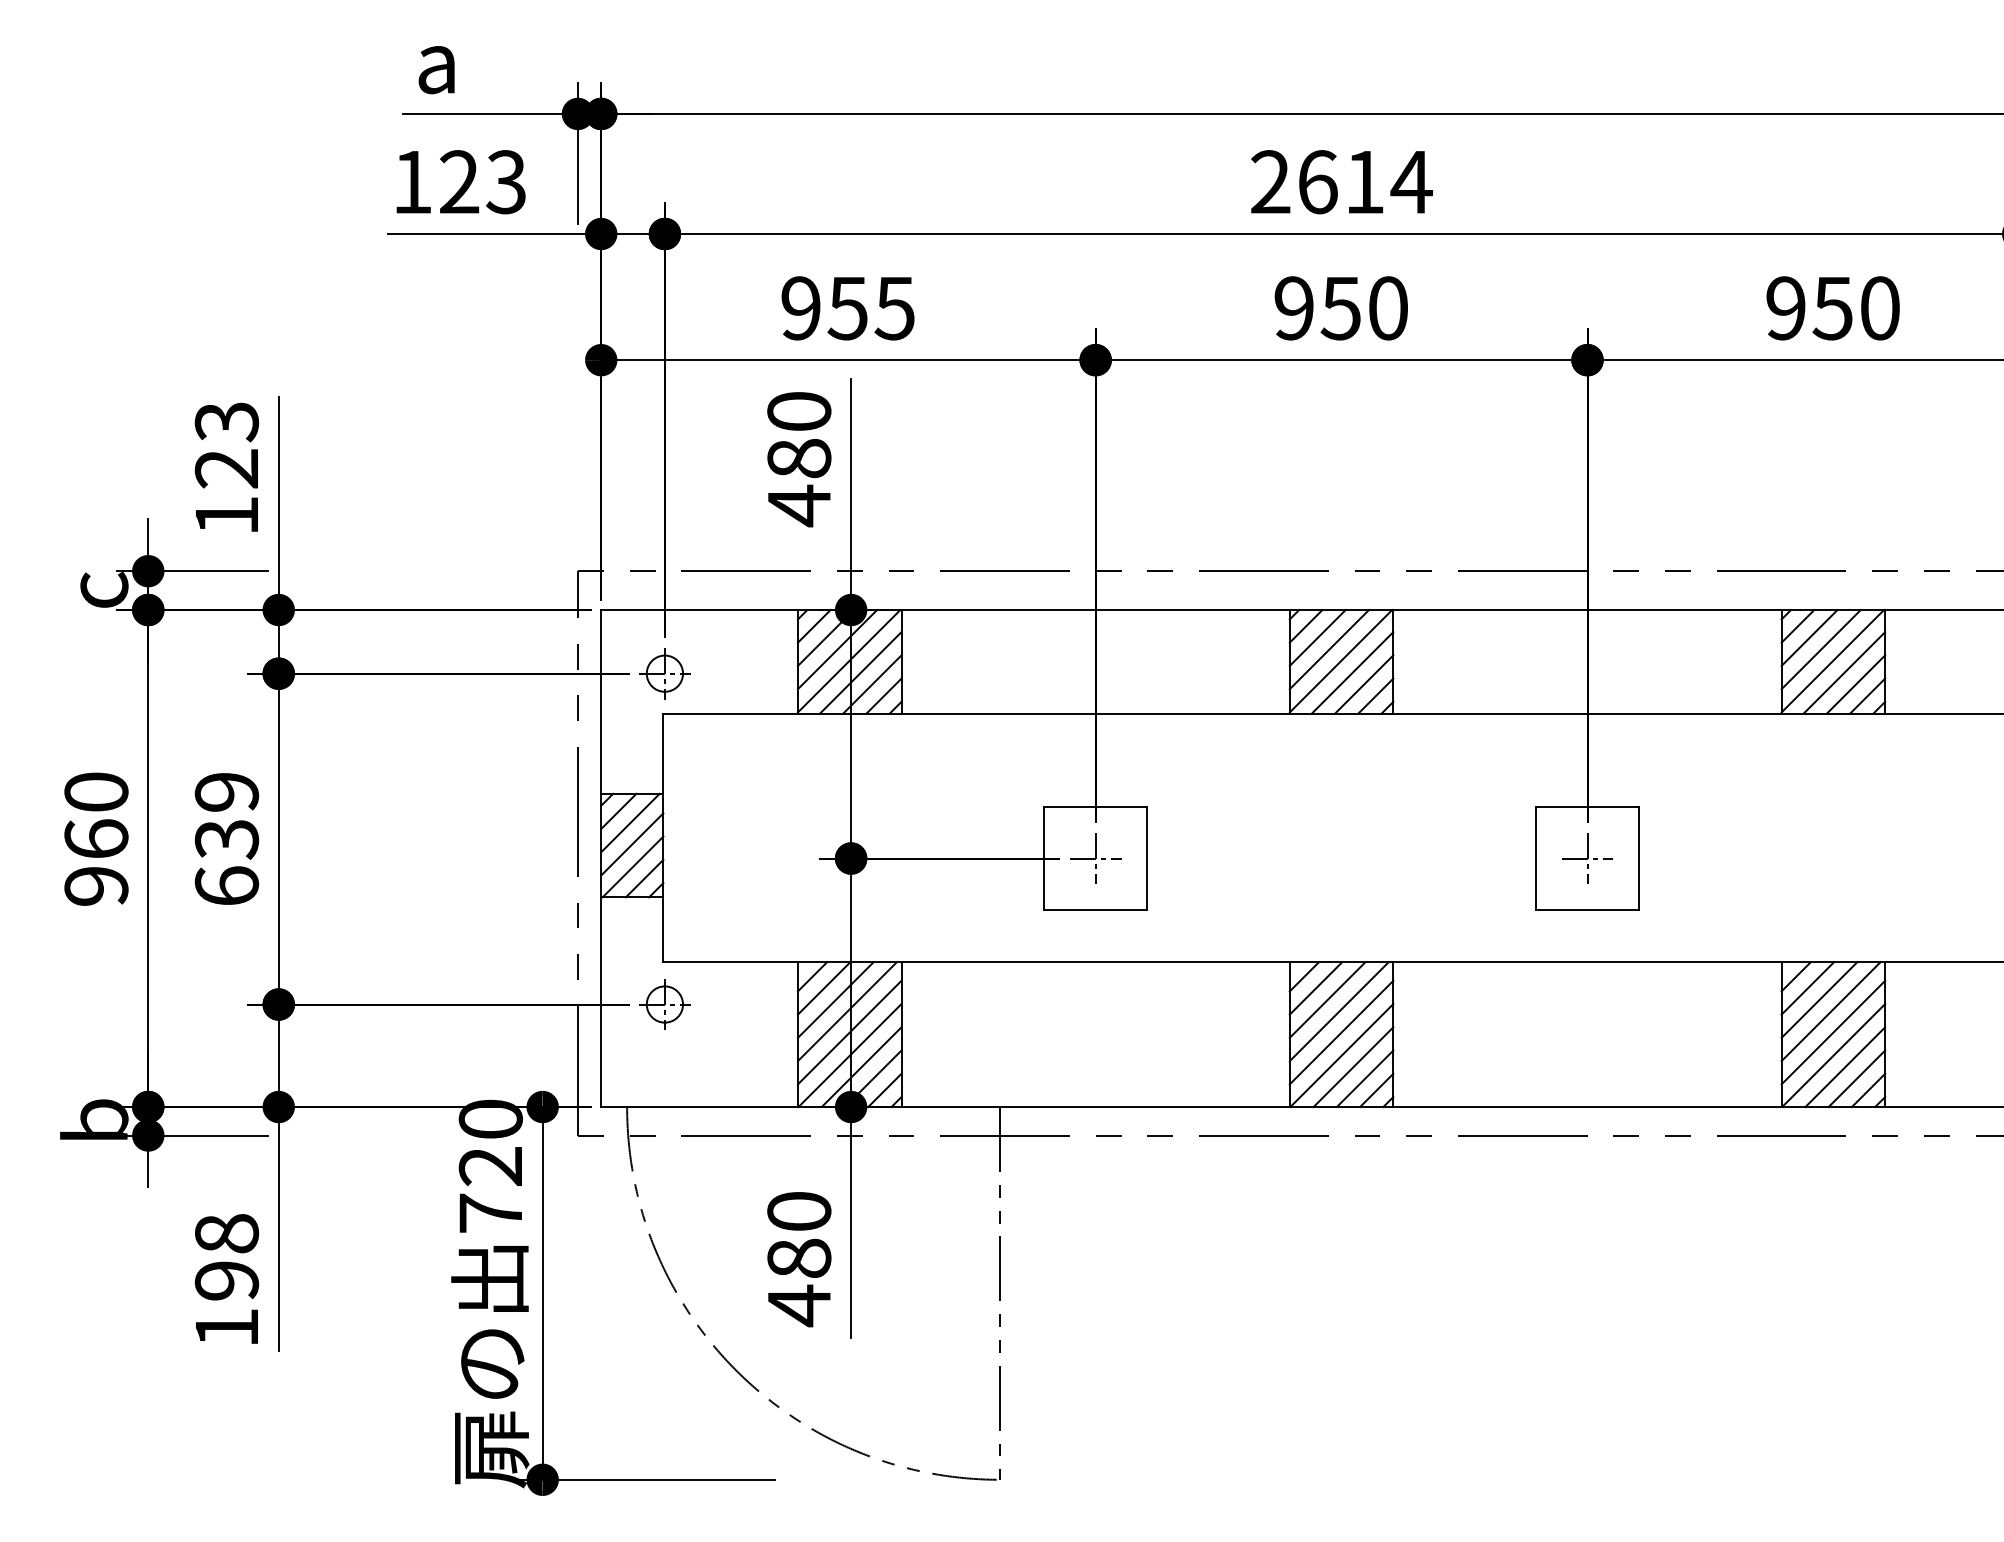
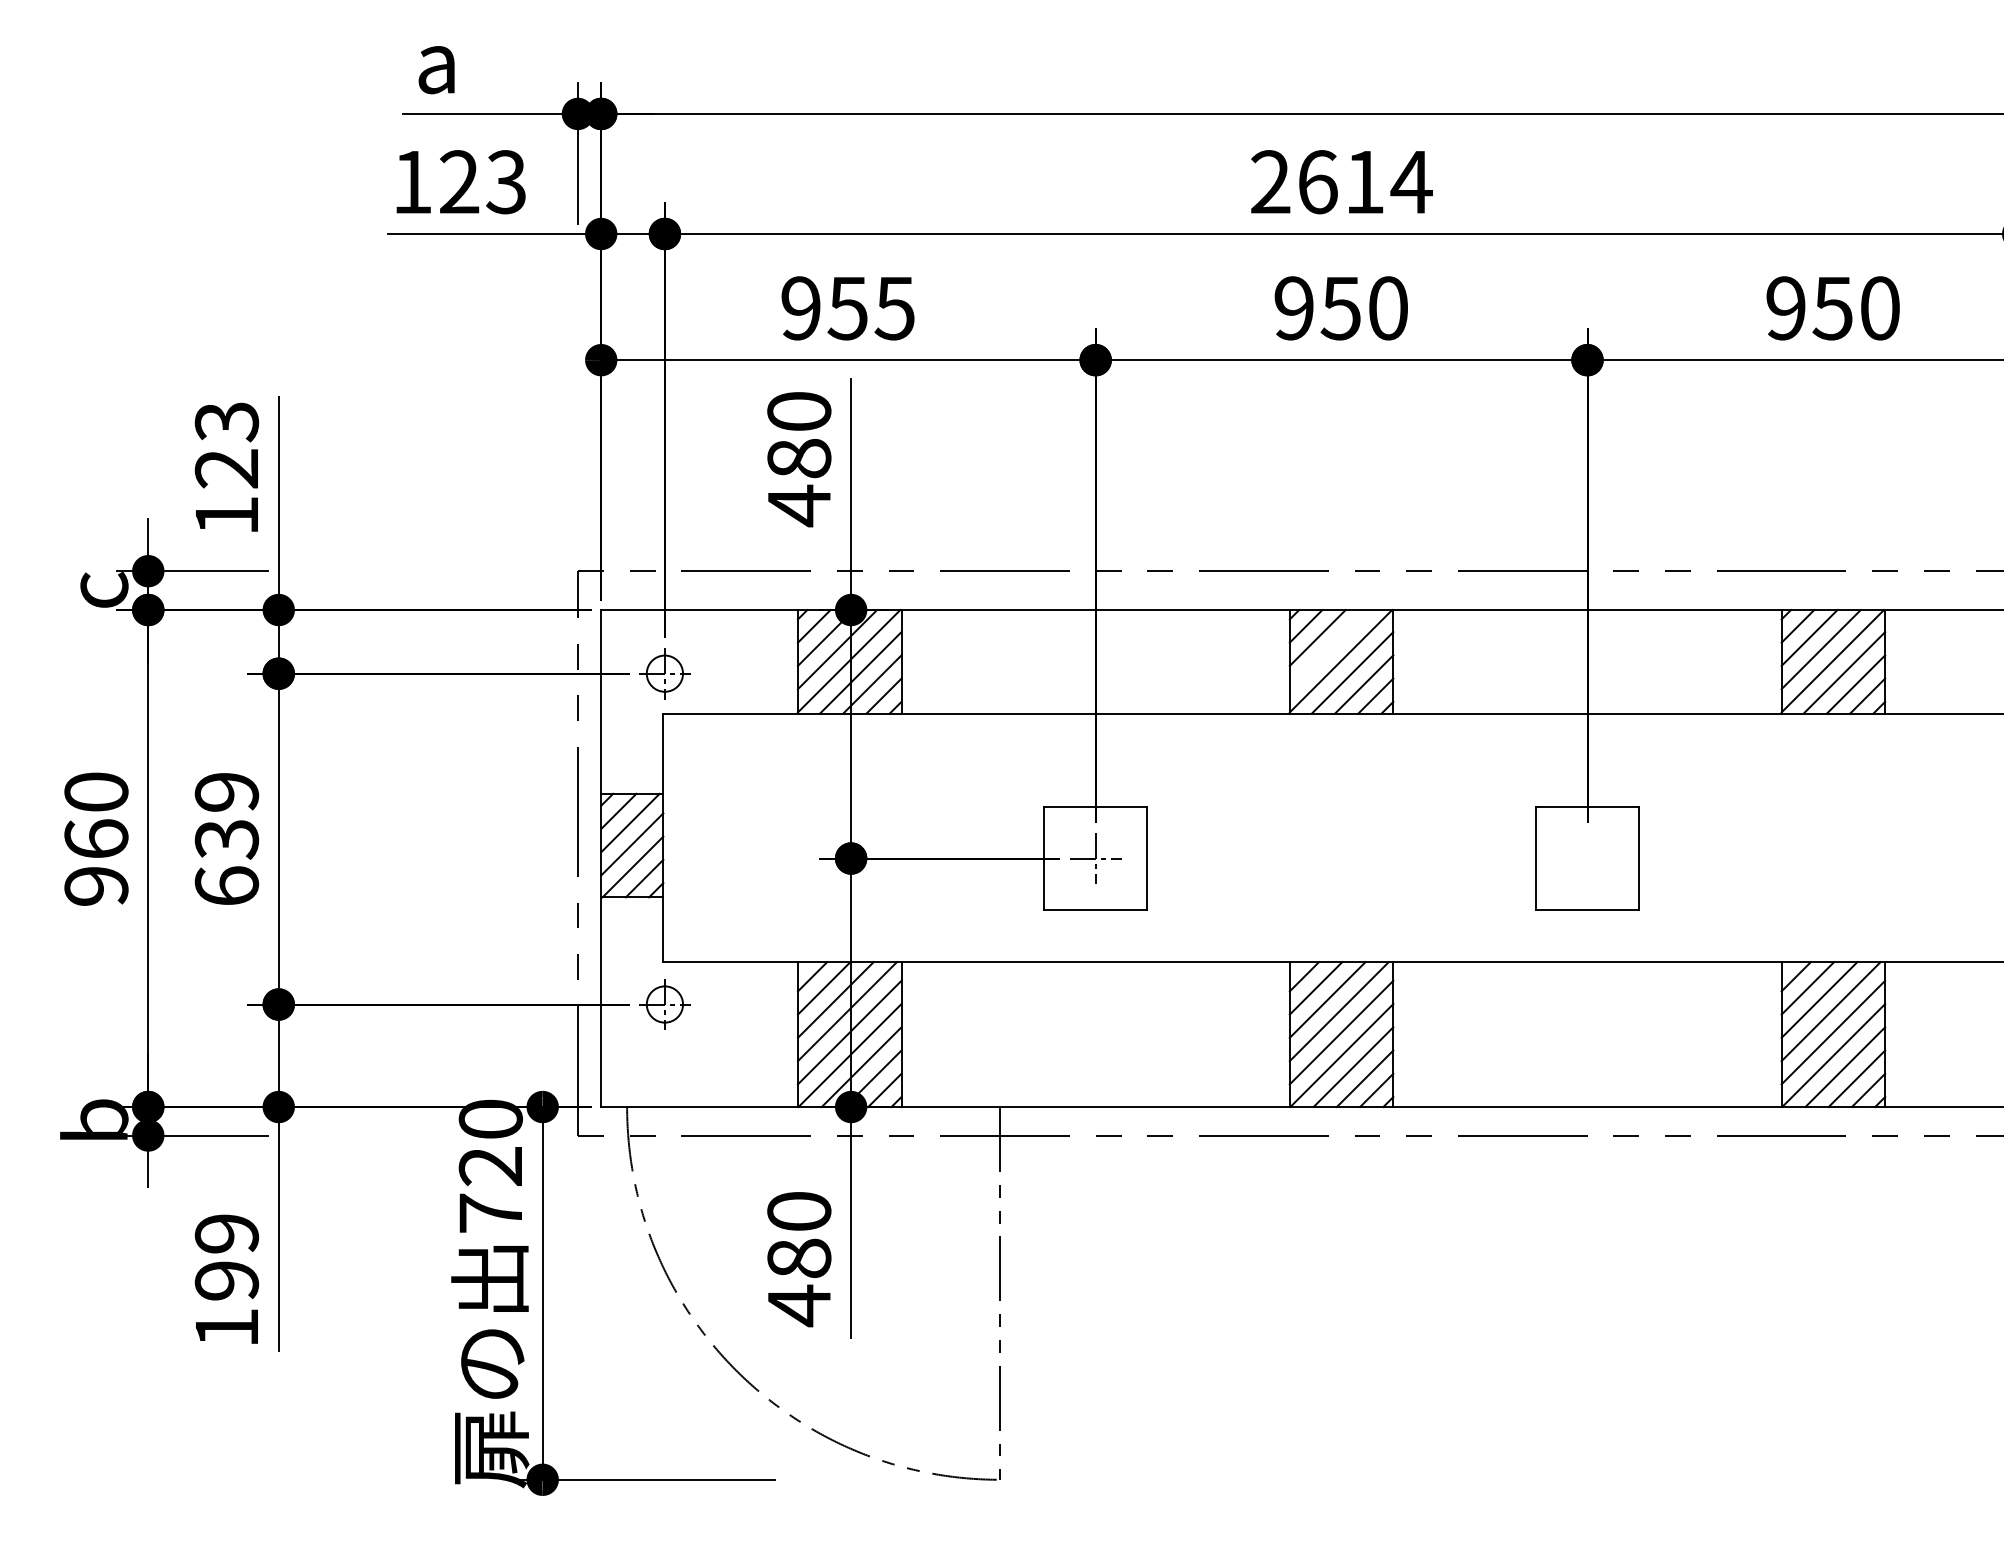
line at (1328, 649): present -> none
part at (1587, 858): present -> none
text at (226, 1233): 198 -> 199
